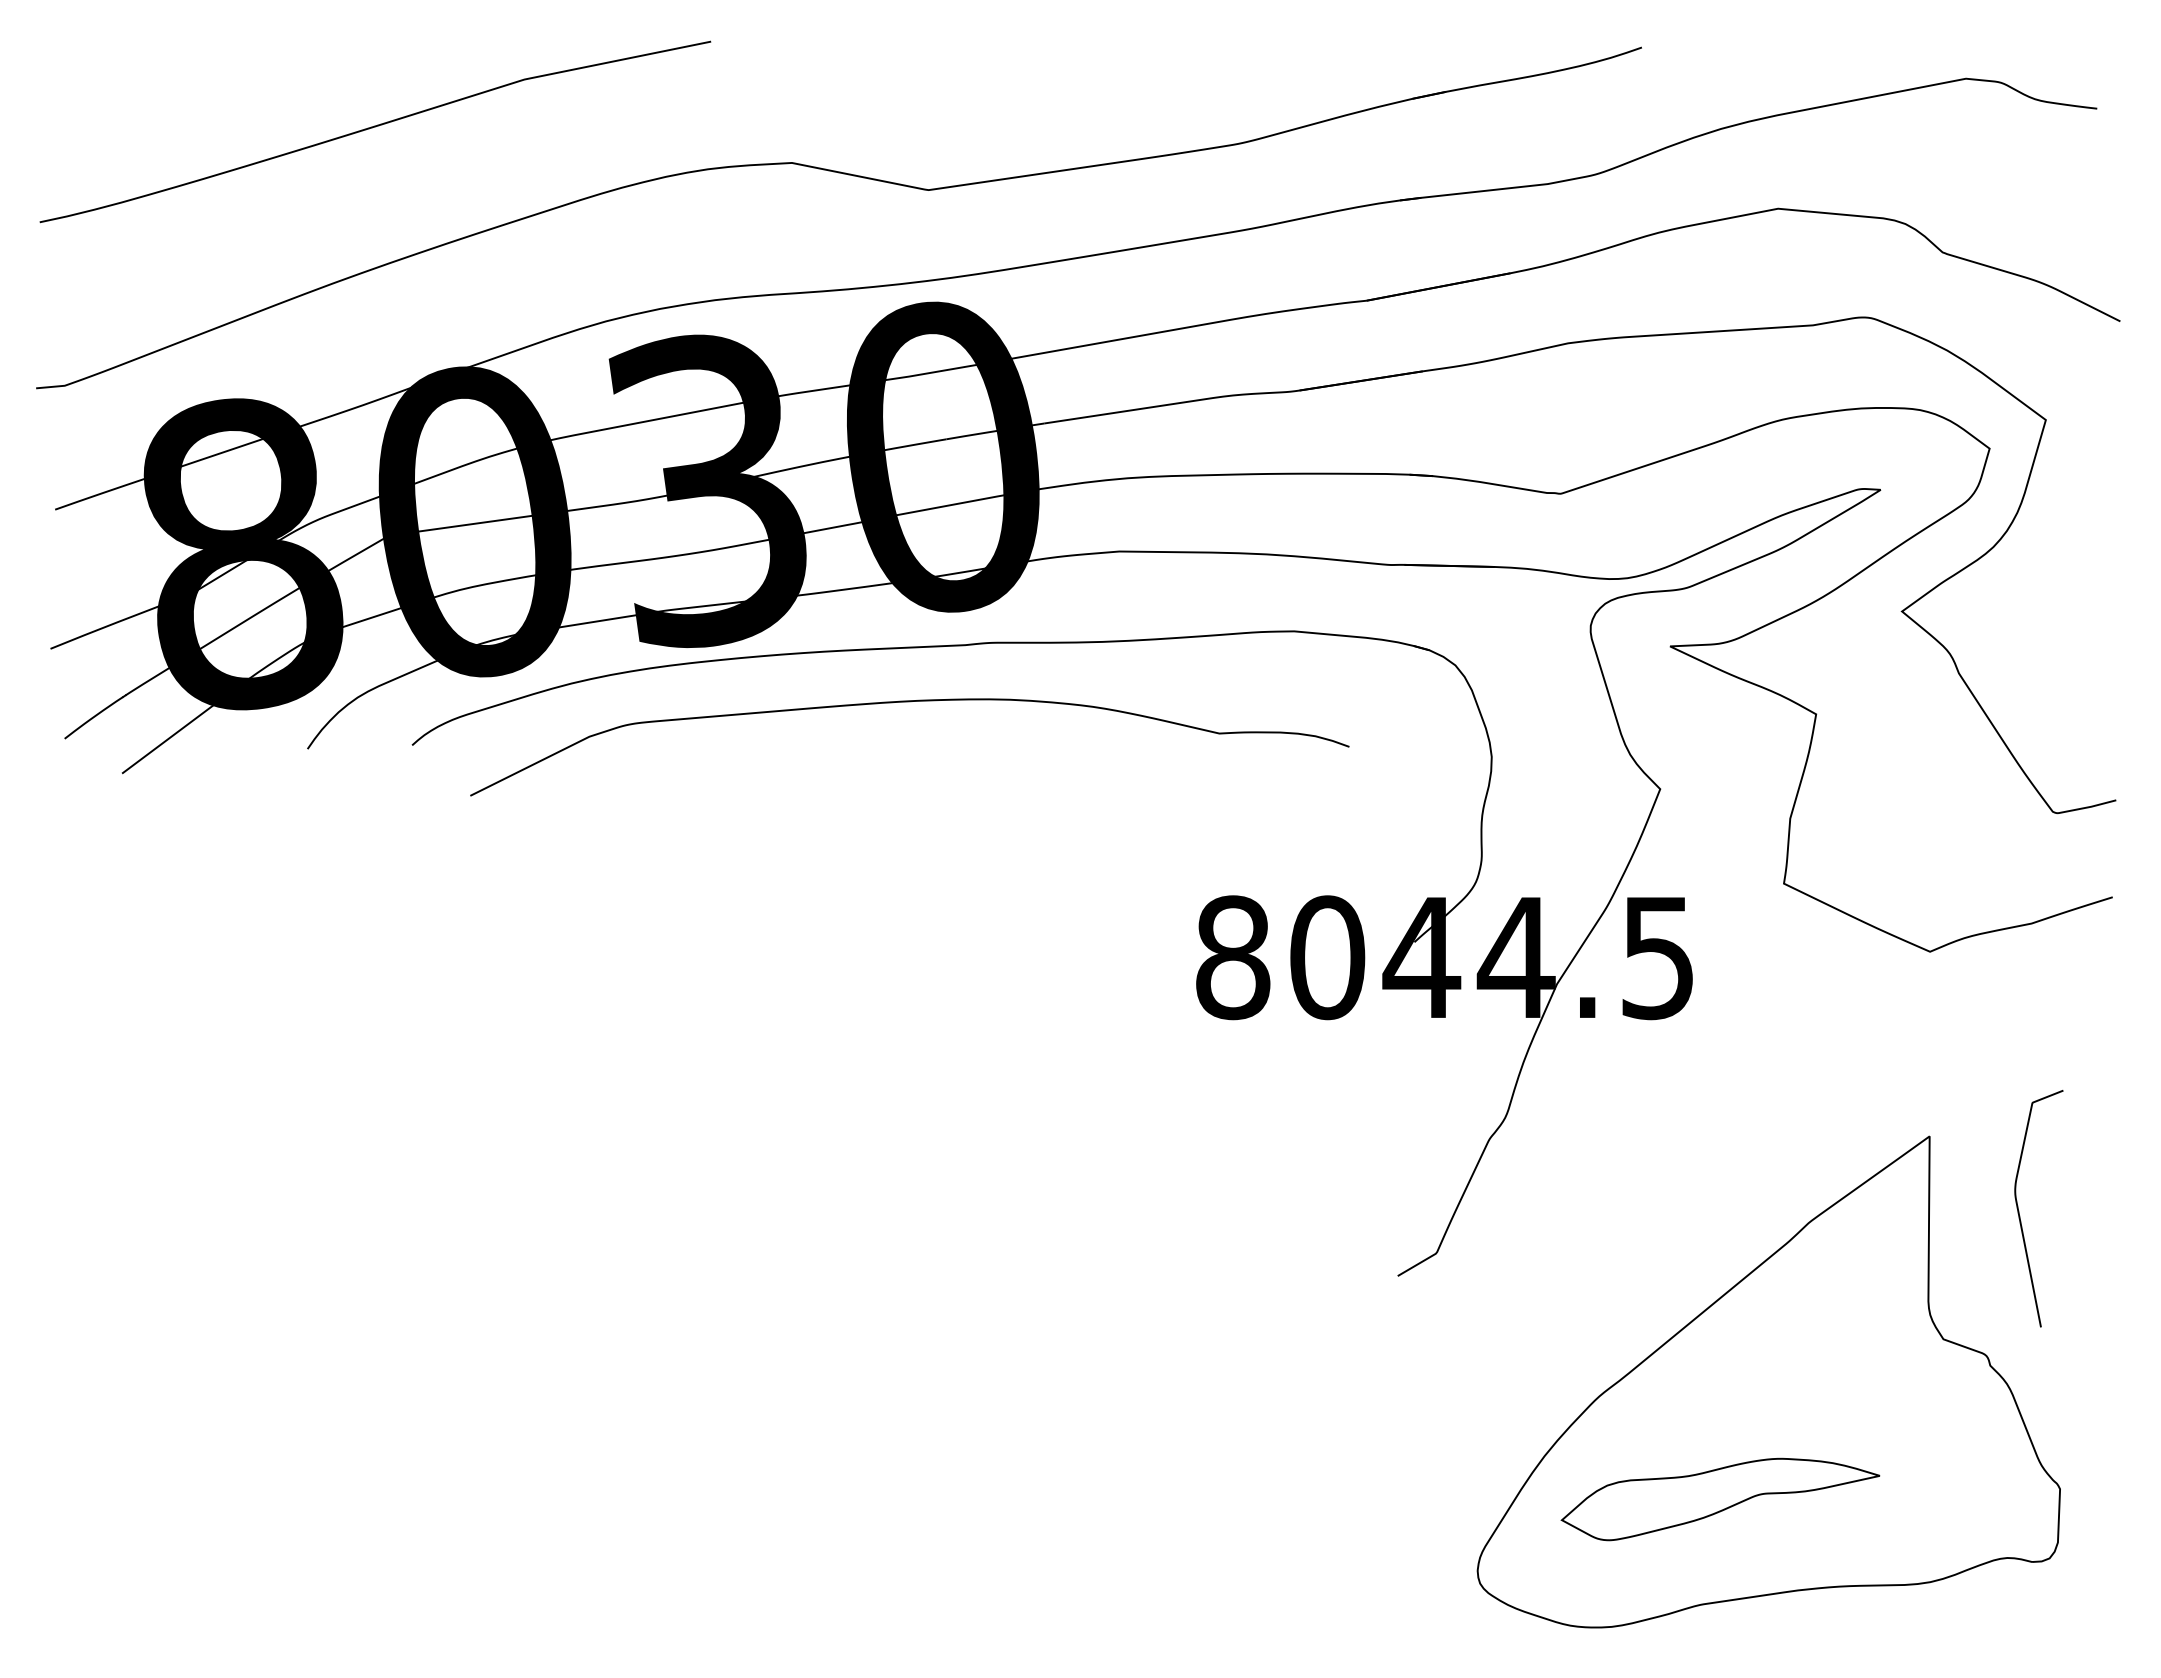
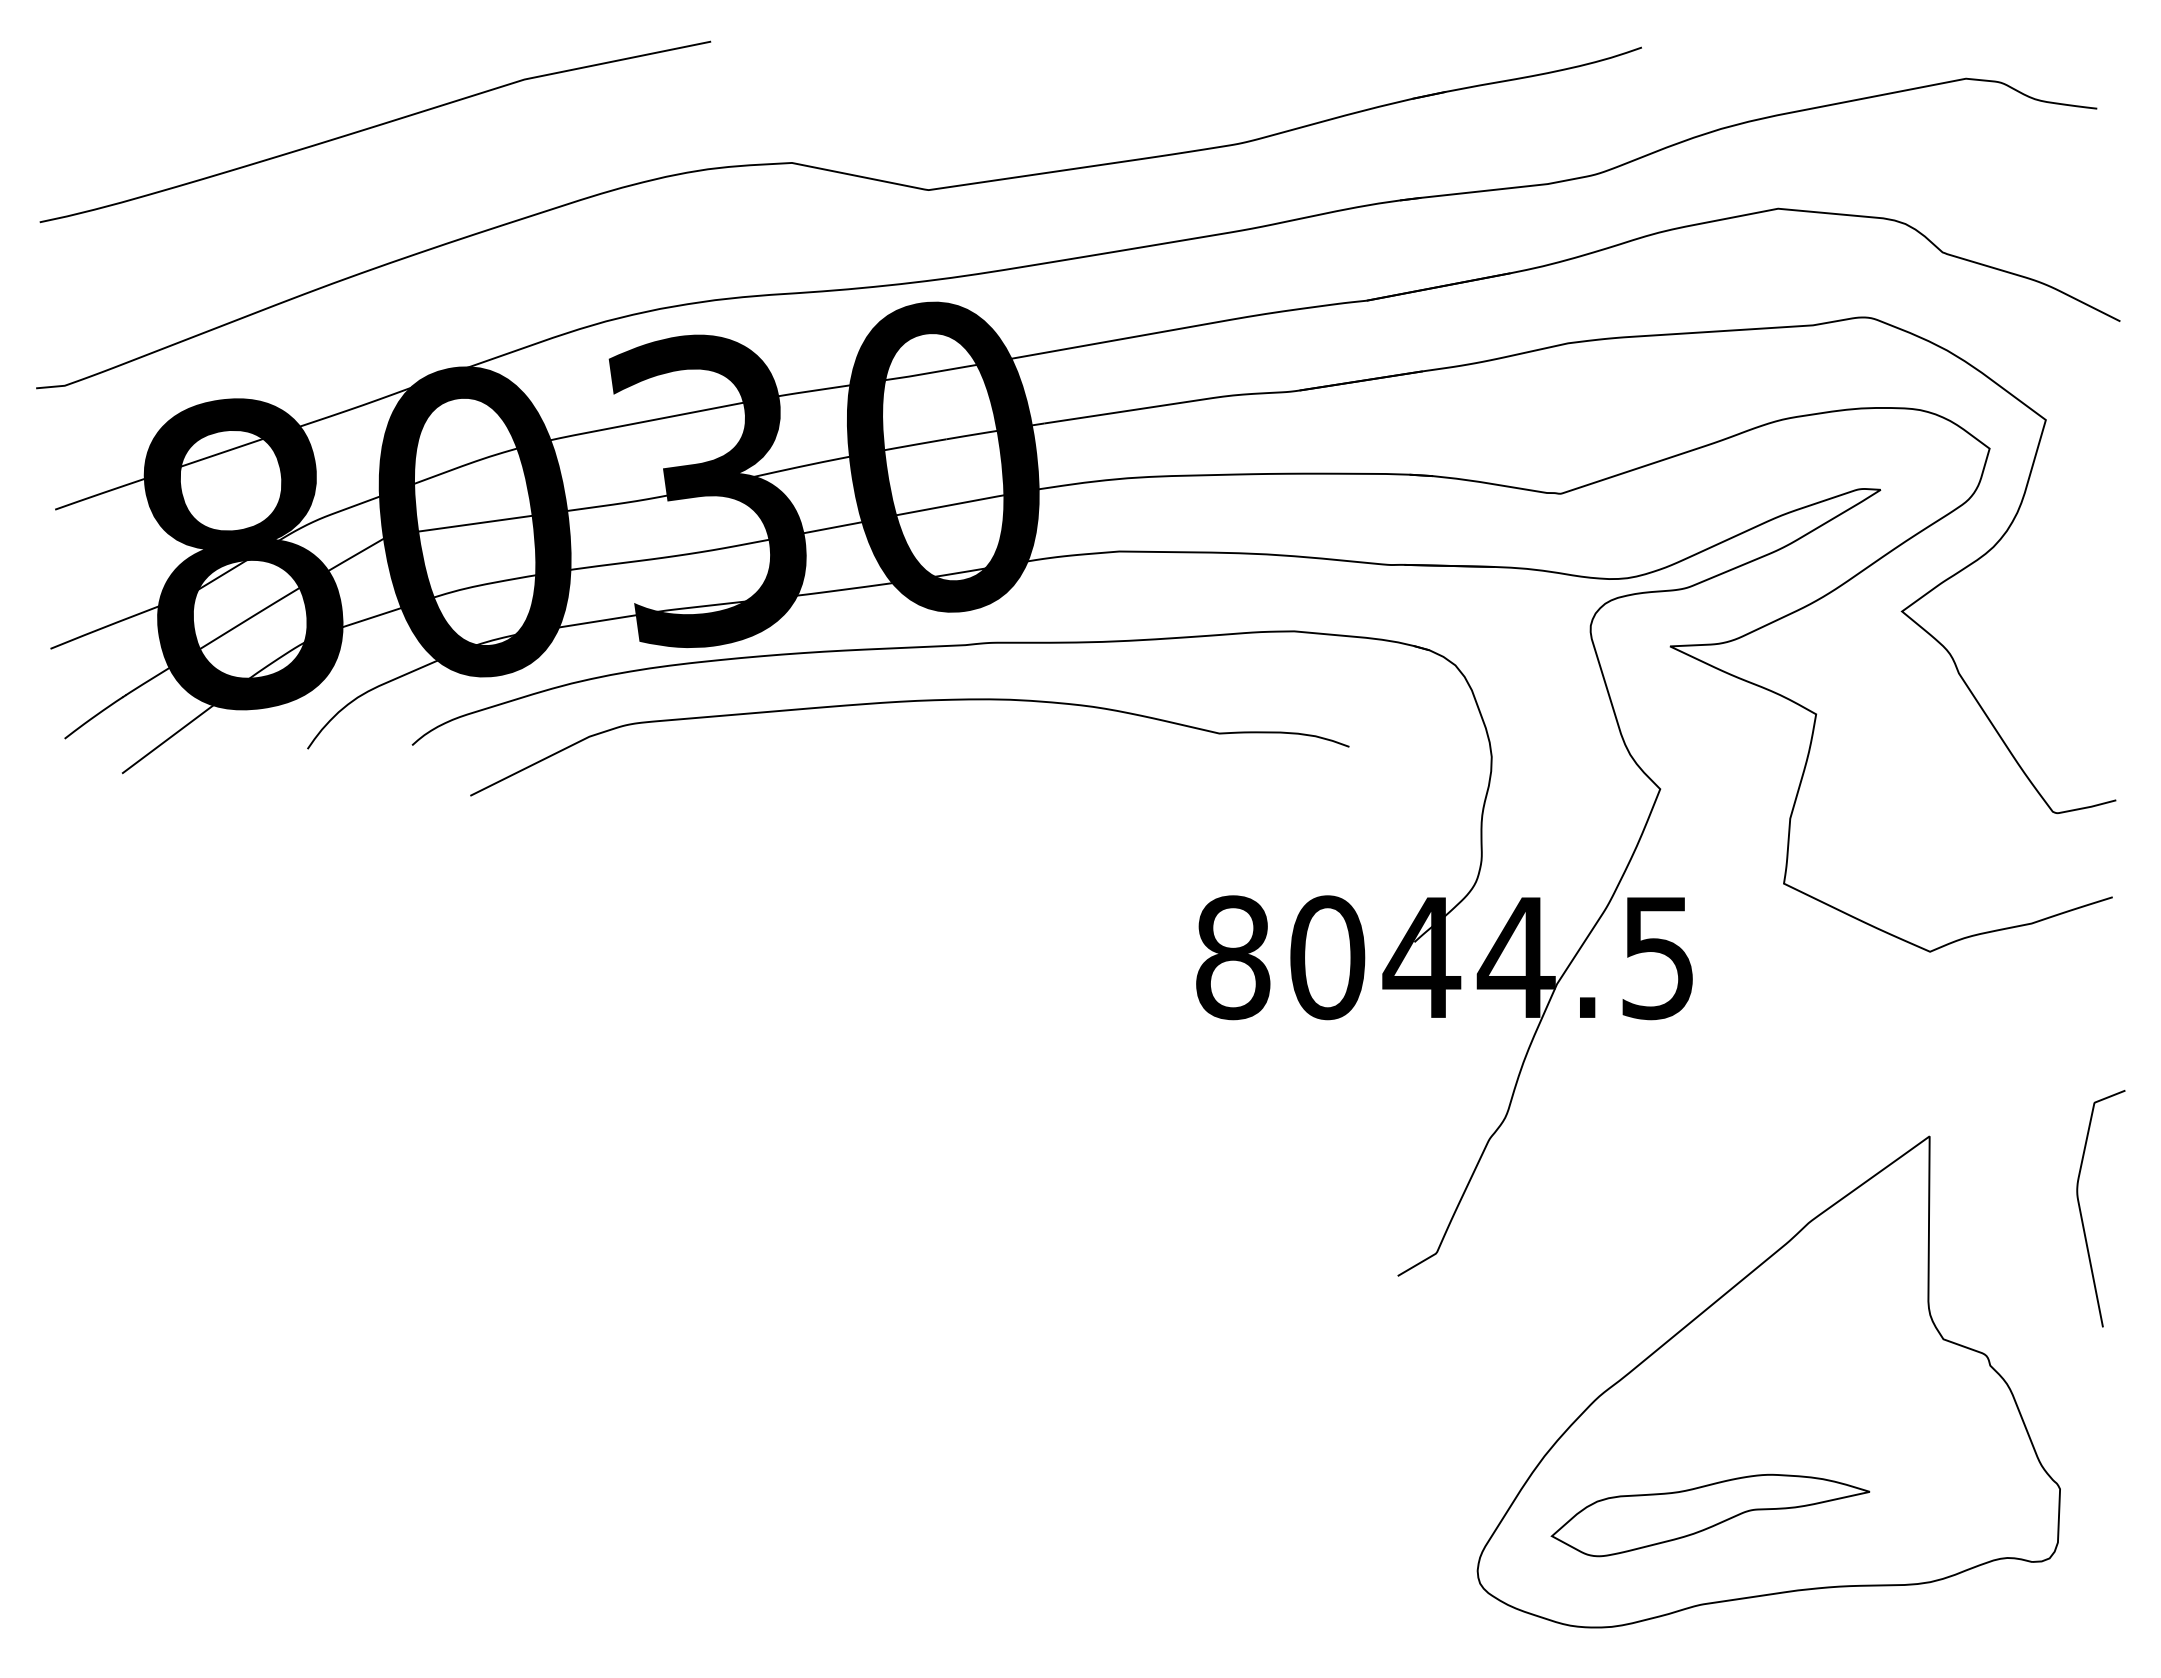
curve at (2019, 1210) position: (2019, 1210) -> (2081, 1210)
part at (1720, 1499) position: (1720, 1499) -> (1710, 1515)
